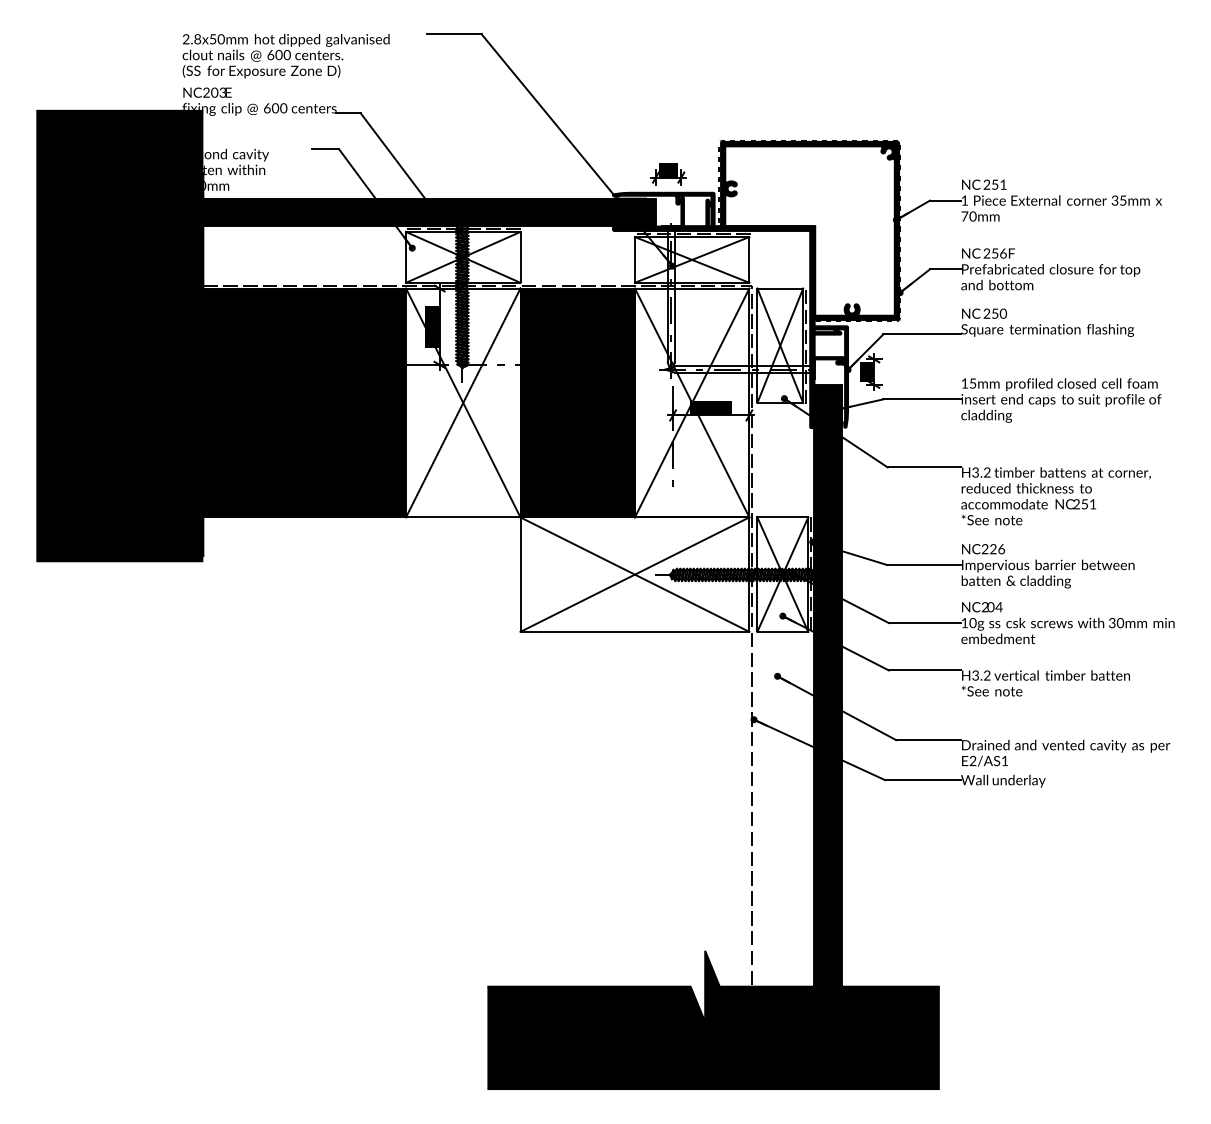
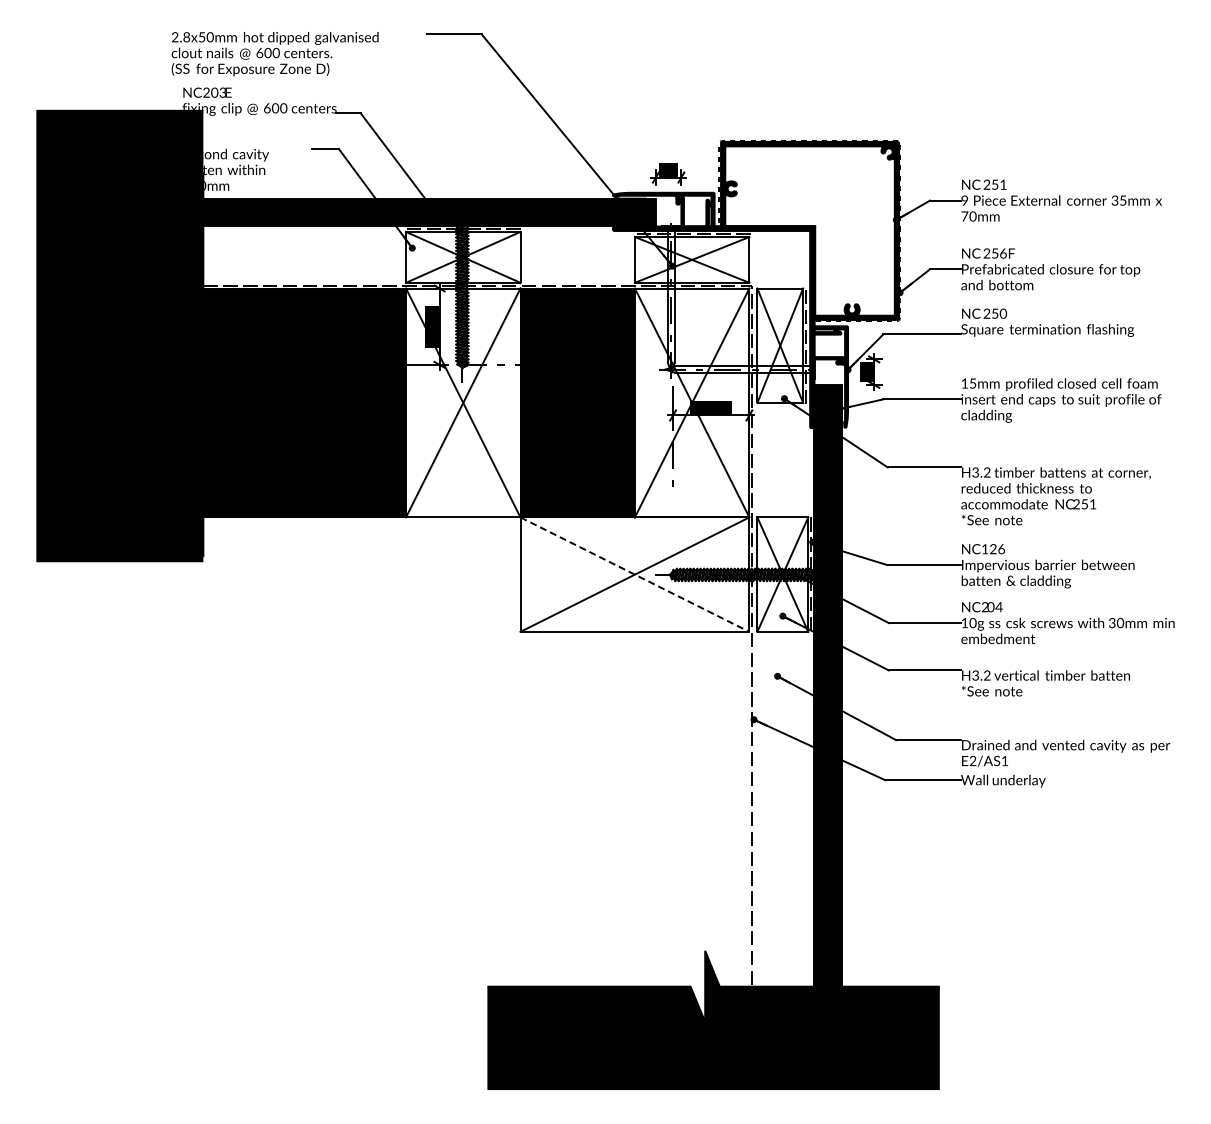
text at (285, 56) position: (285, 56) -> (274, 54)
text at (964, 200): 1 -> 9
text at (984, 549): NC226 -> NC126
line at (634, 574): solid -> dashed
